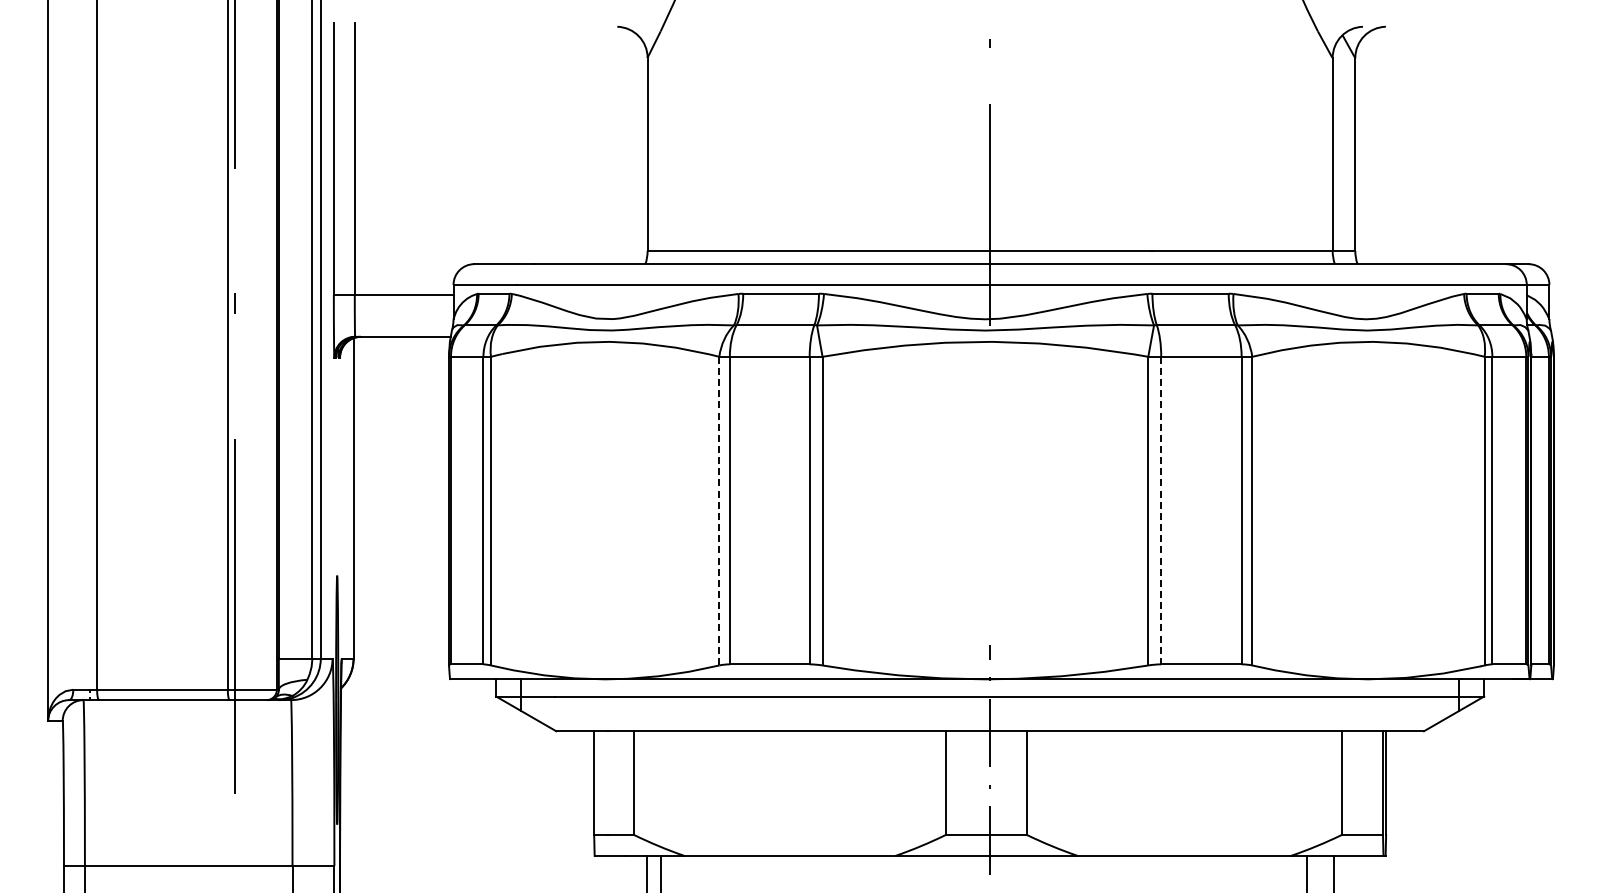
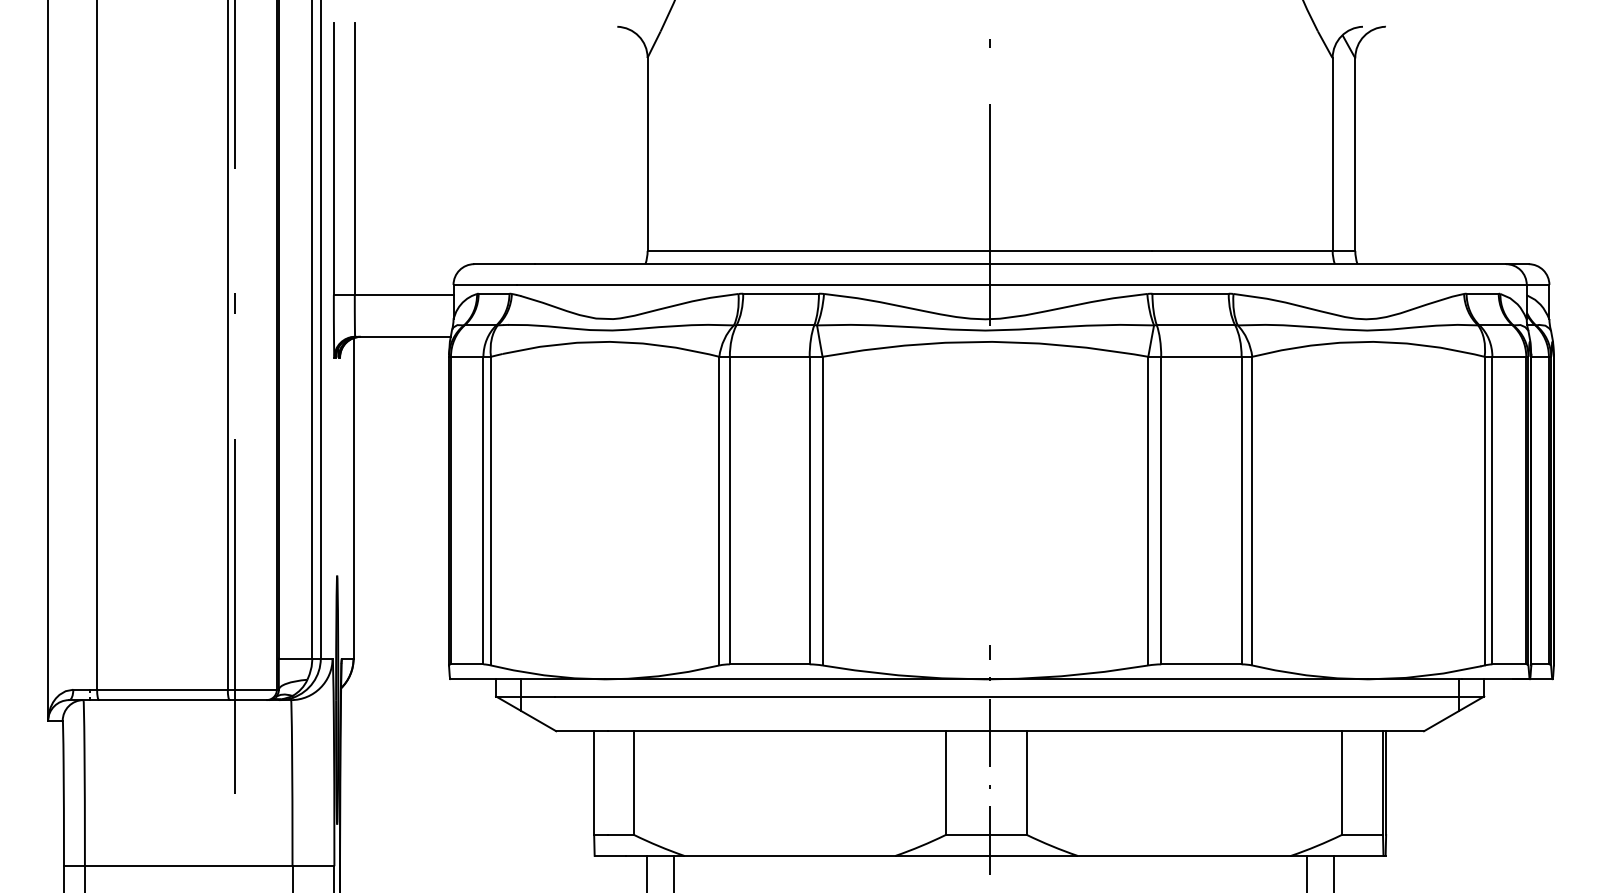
line at (1161, 510): dashed -> solid
line at (719, 511): dashed -> solid
line at (660, 872) position: (660, 872) -> (673, 872)
